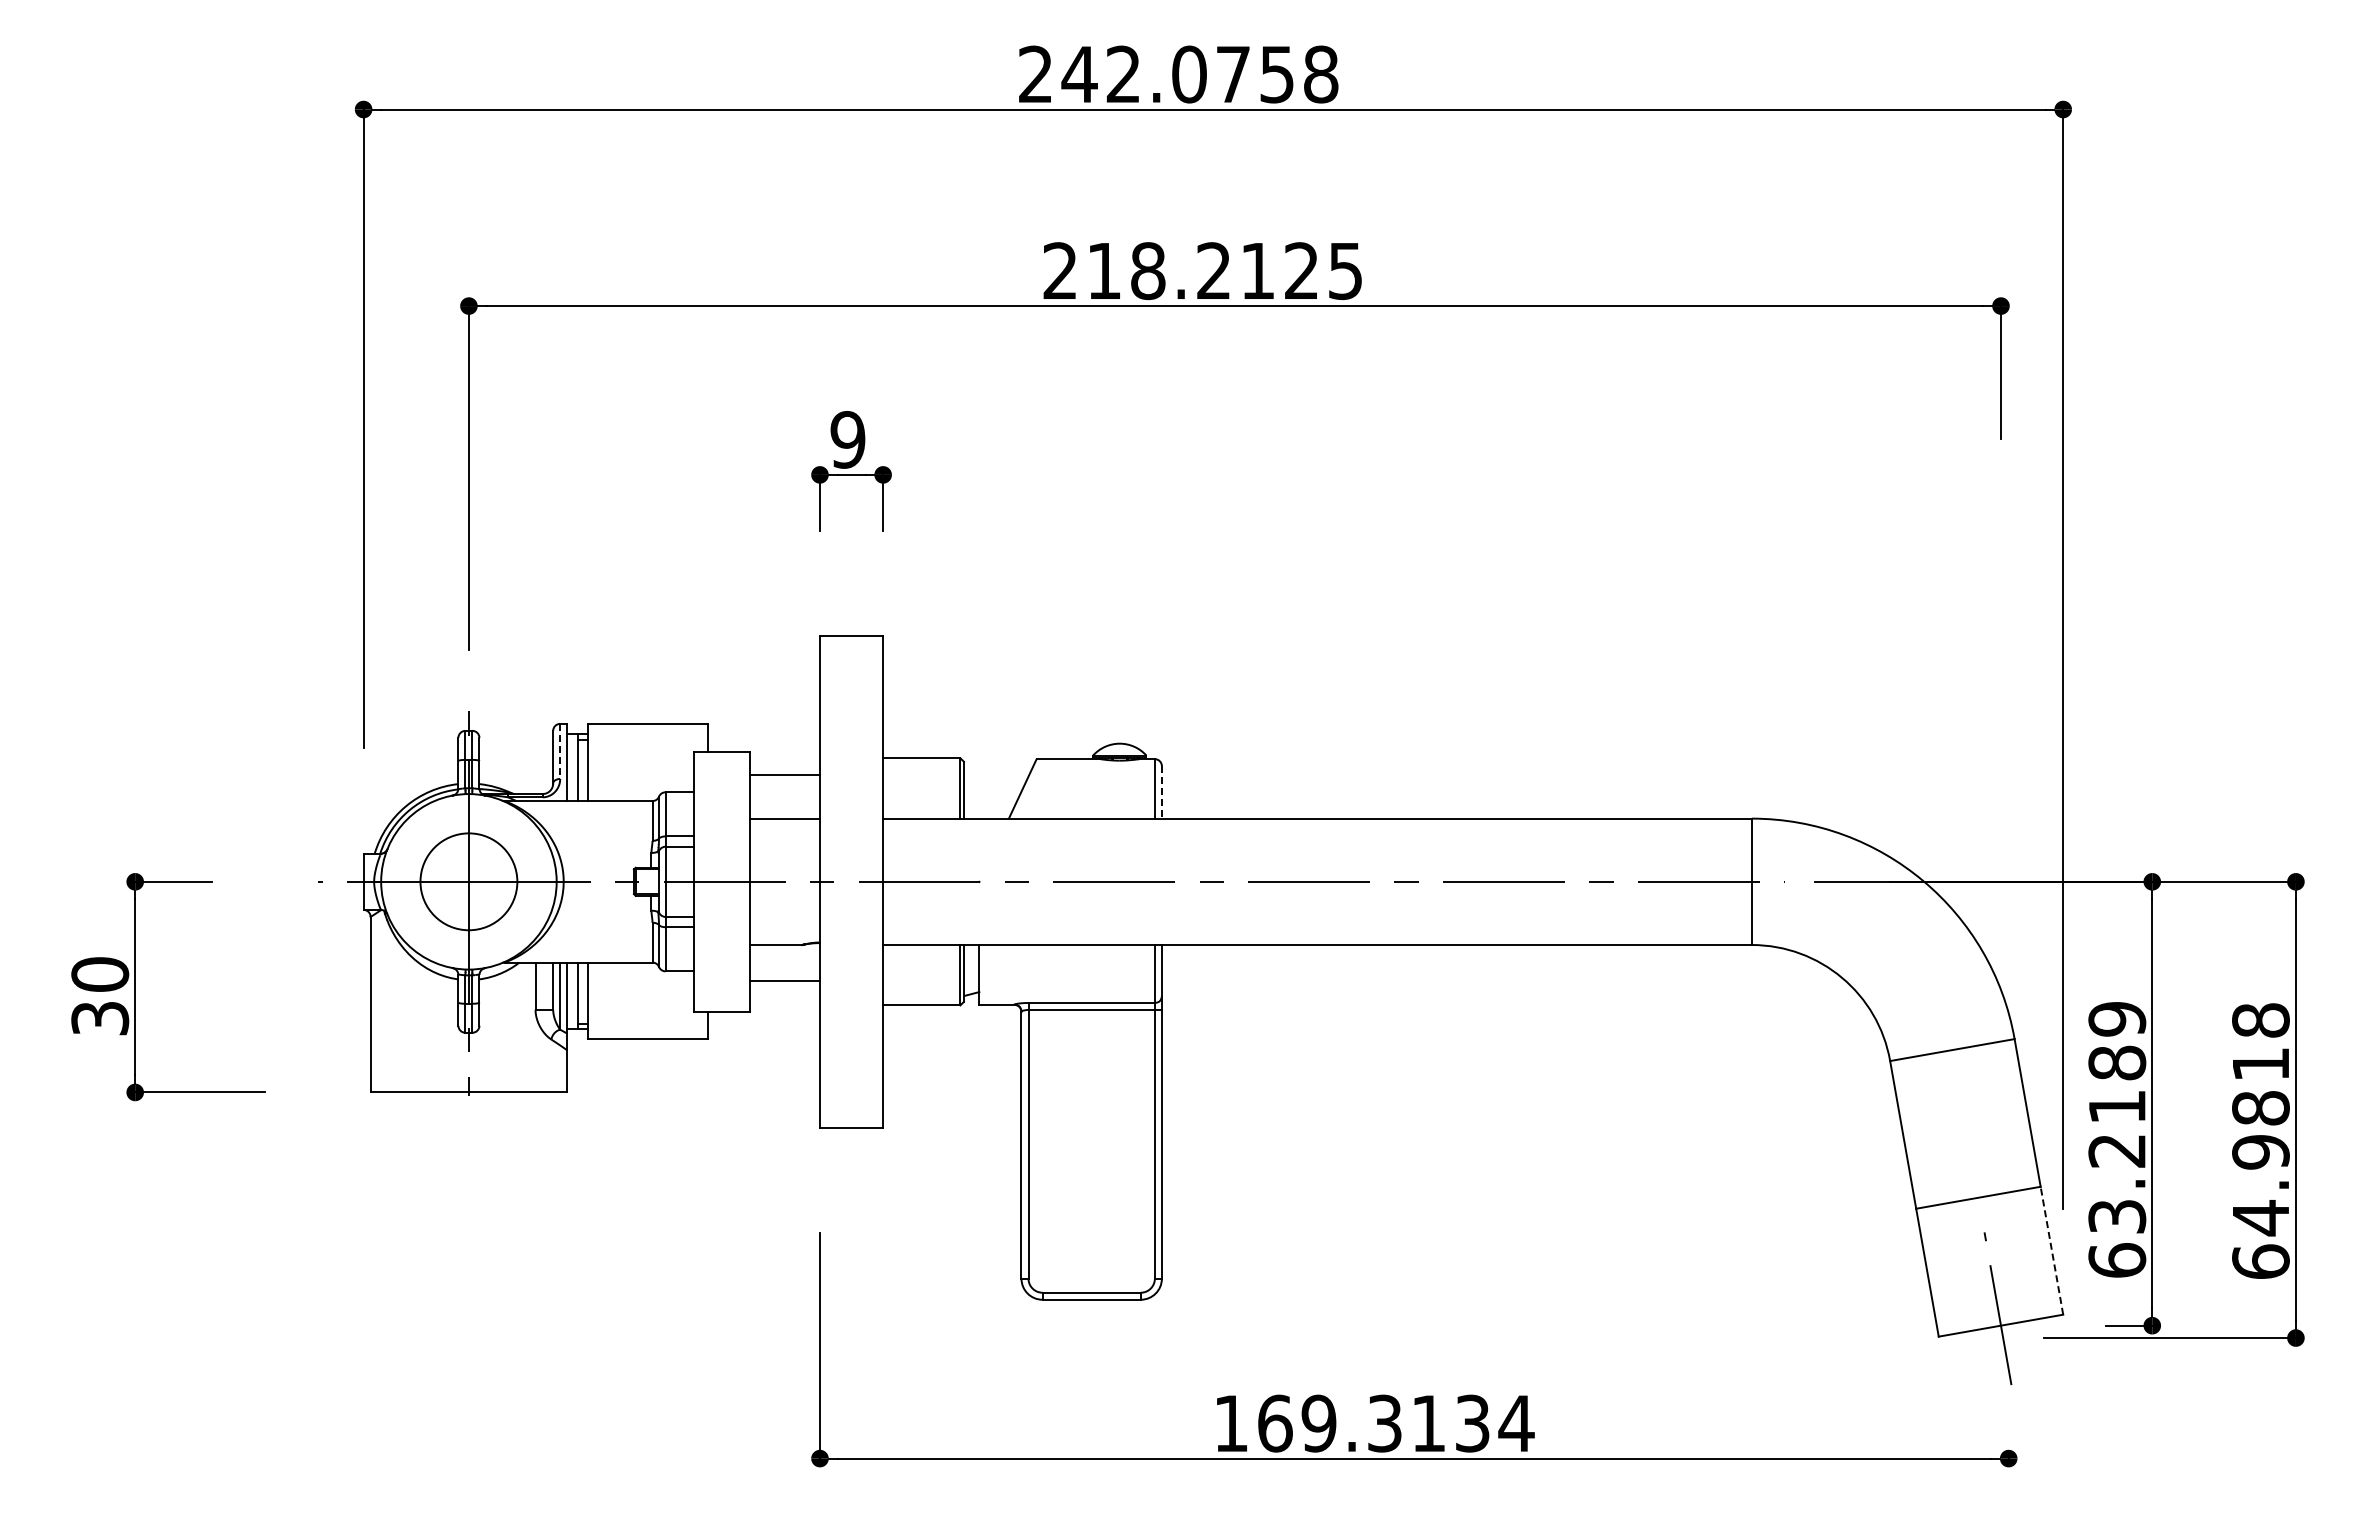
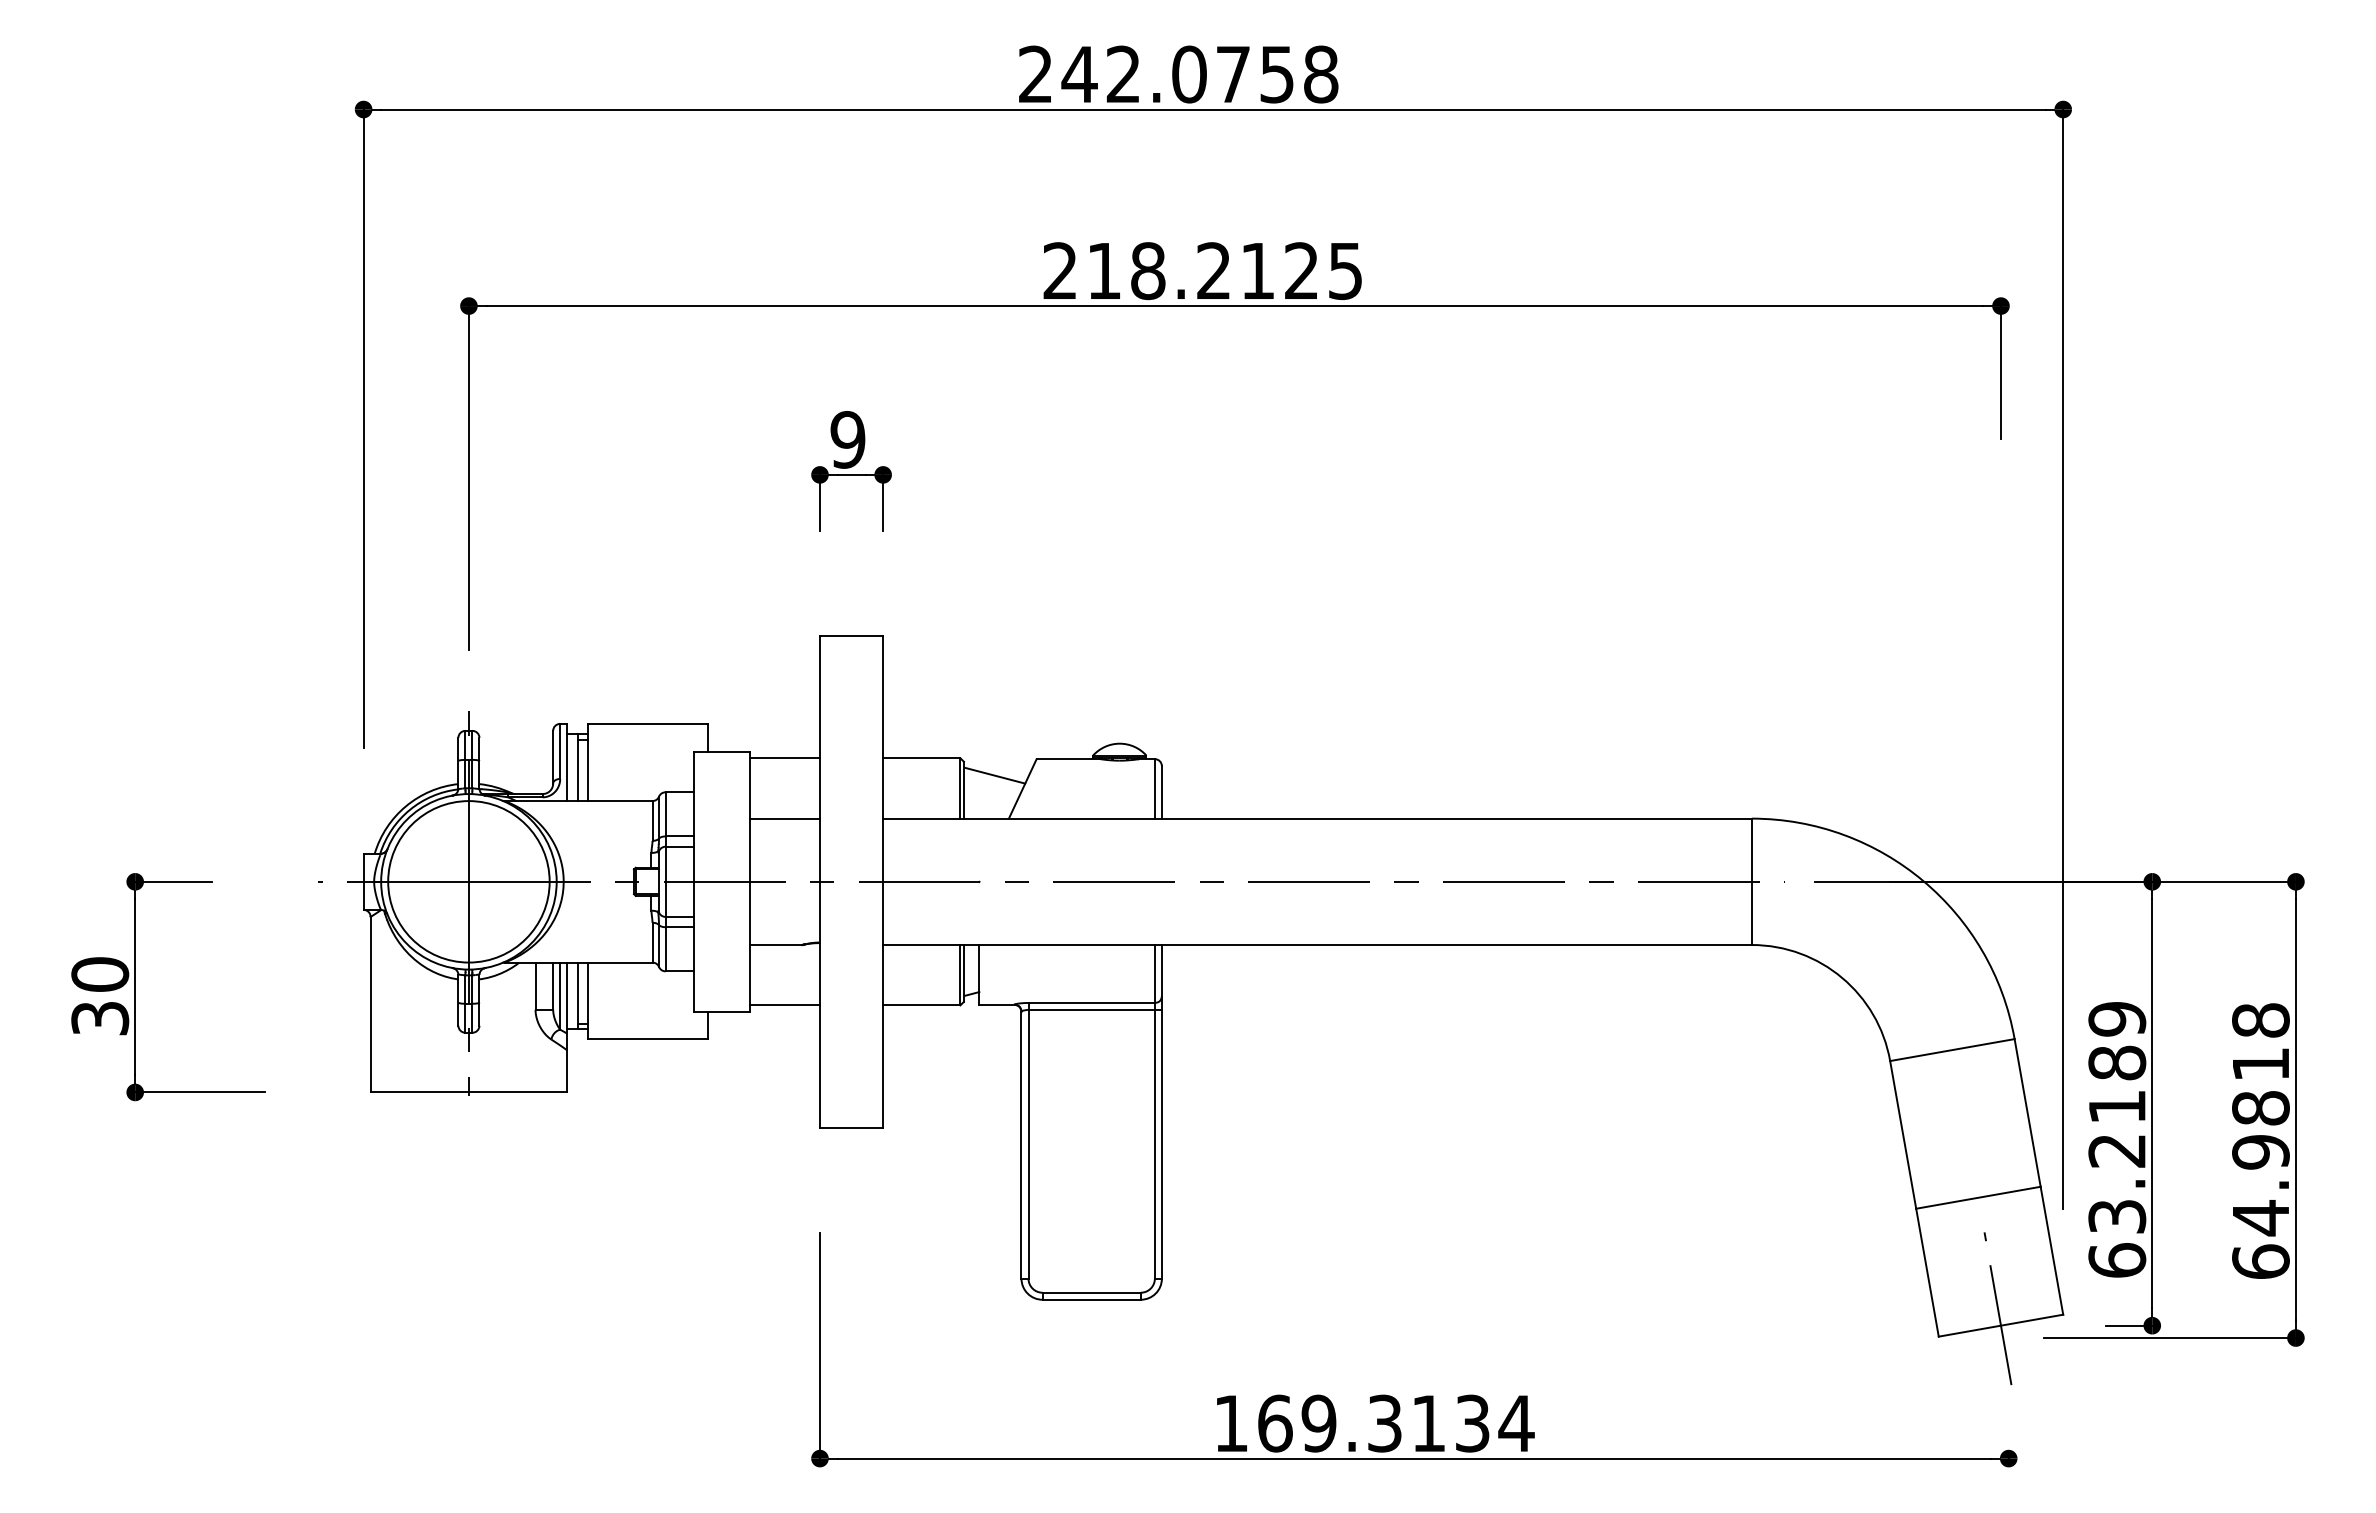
line at (560, 751): dashed -> solid
line at (784, 775) position: (784, 775) -> (784, 758)
line at (994, 775): none -> present
line at (1161, 792): dashed -> solid
circle at (468, 881) diameter: 97 px -> 161 px
line at (784, 981) position: (784, 981) -> (784, 1005)
line at (2051, 1250): dashed -> solid
